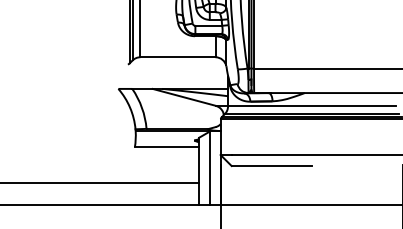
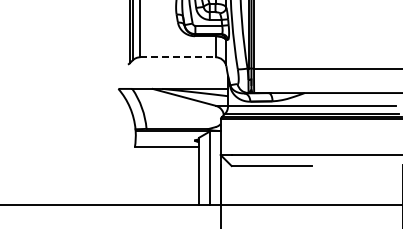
line at (177, 57): solid -> dashed
line at (100, 182): present -> none
